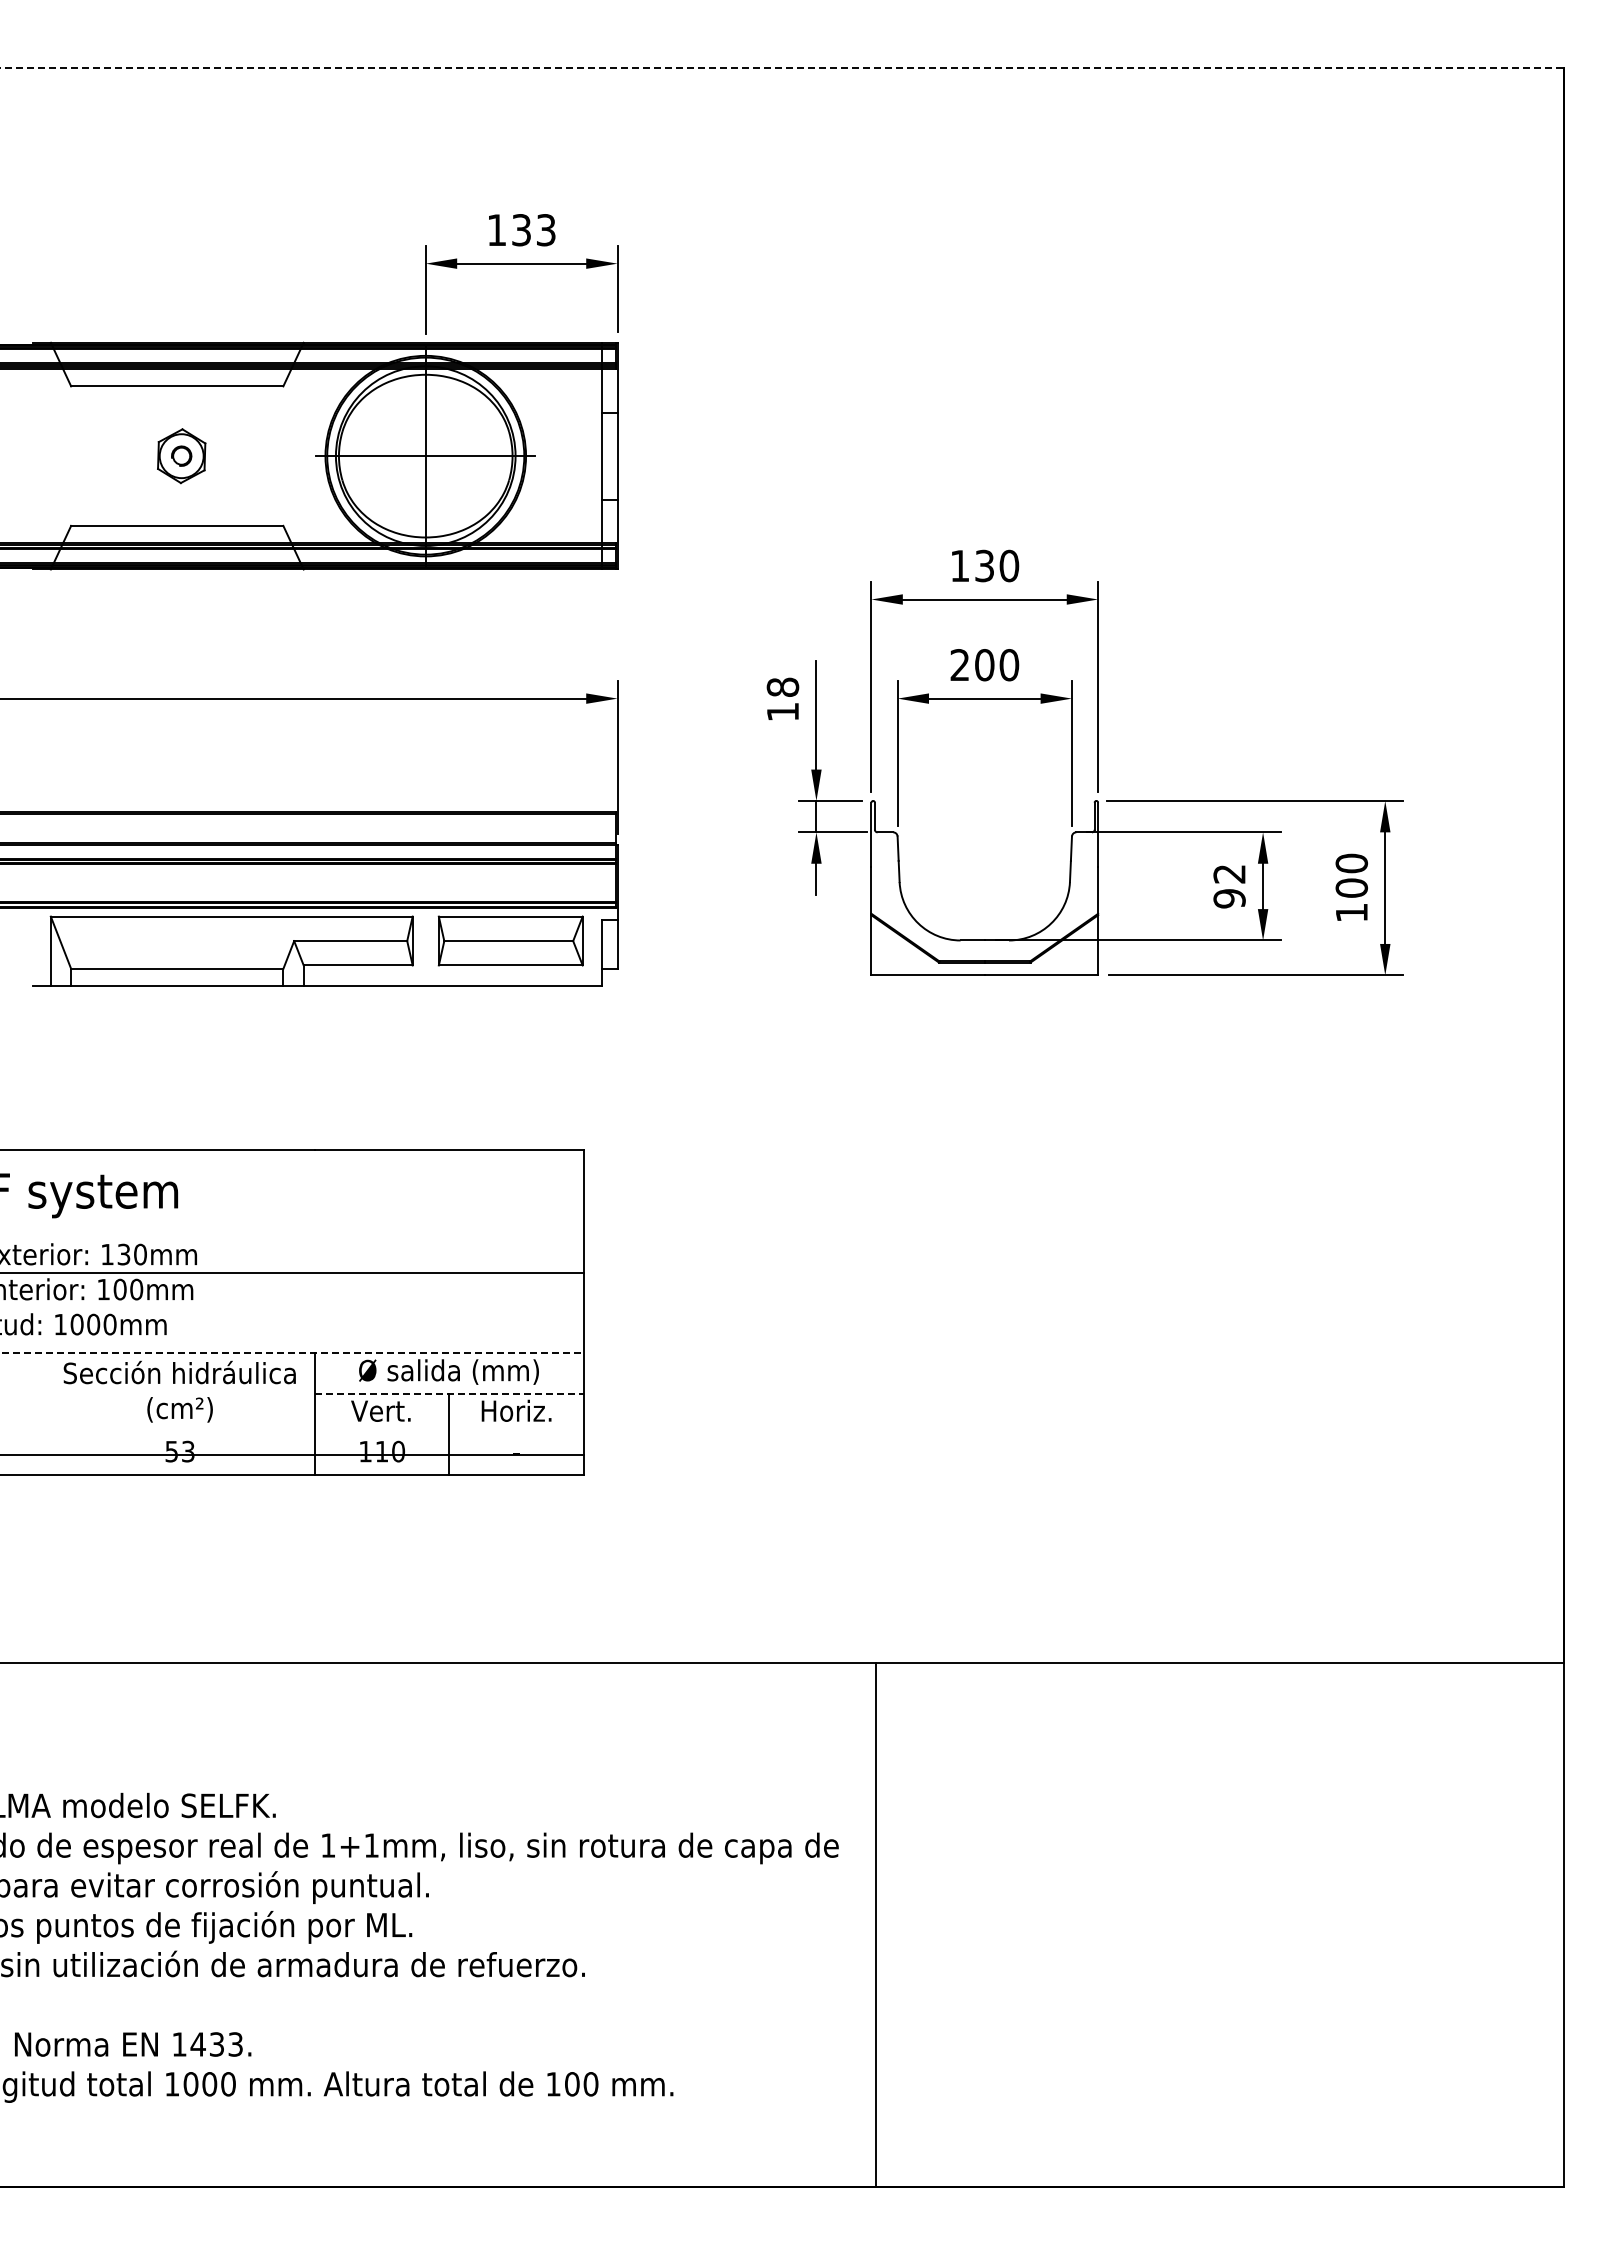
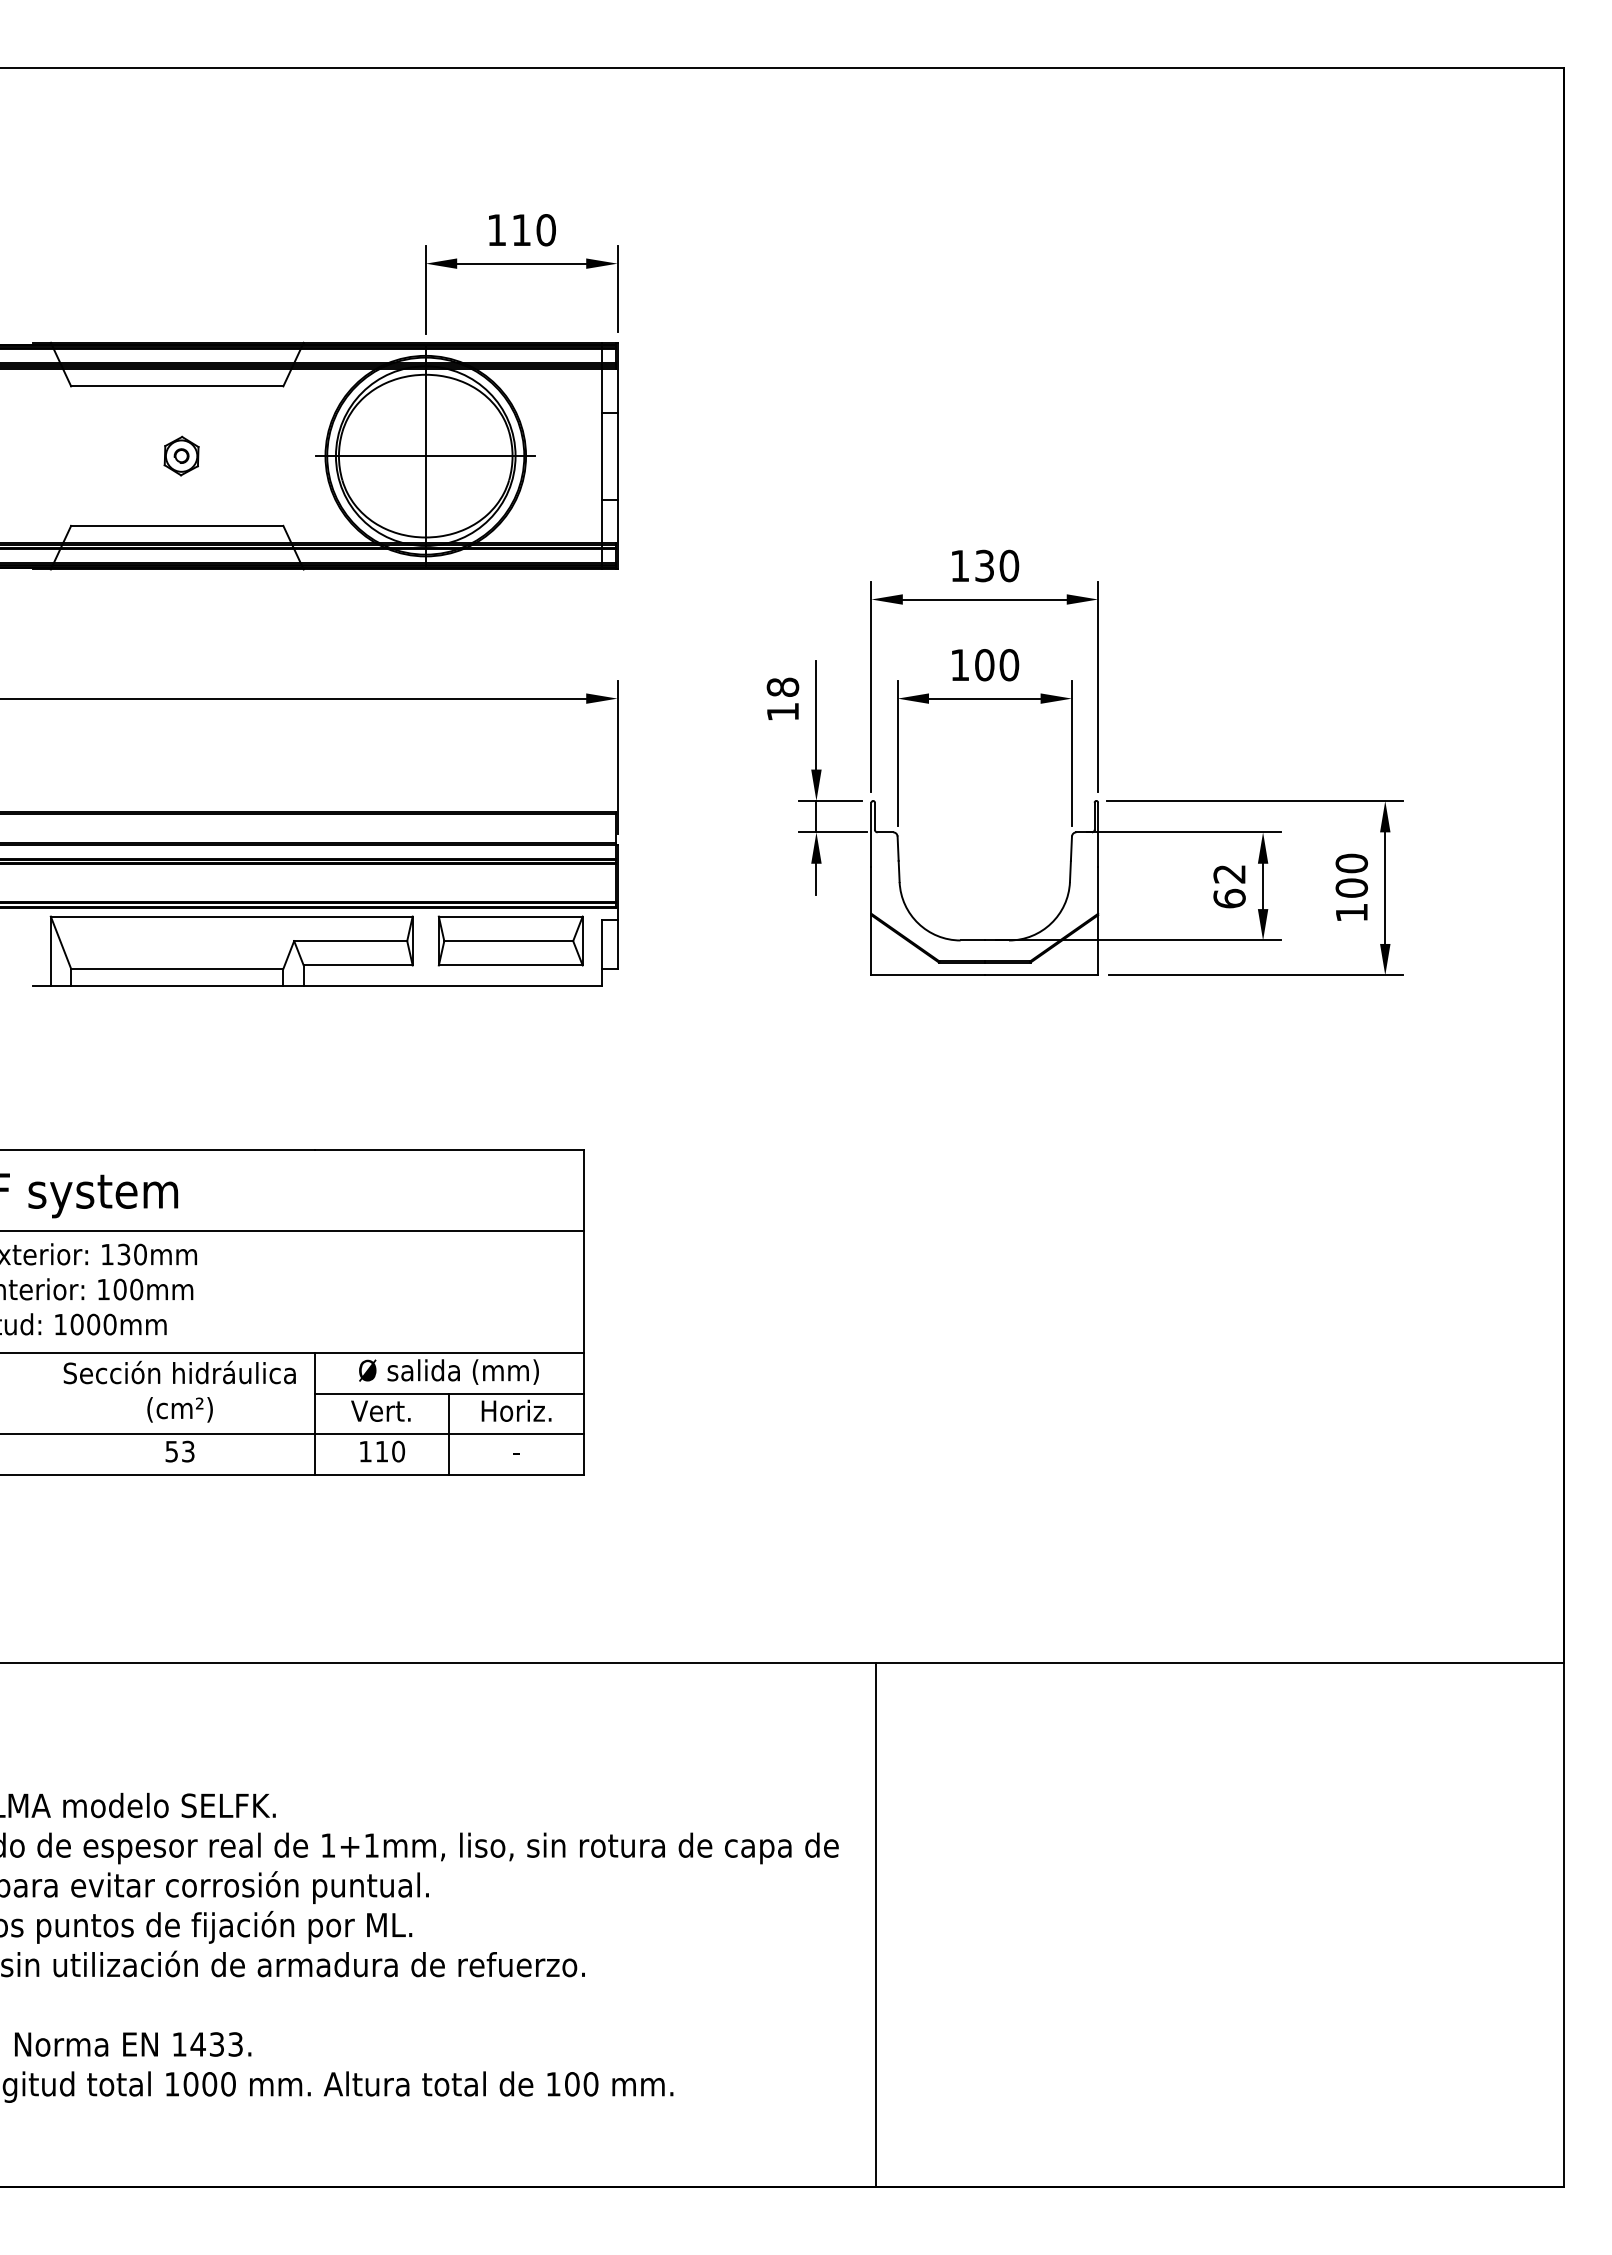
line at (781, 67): dashed -> solid
text at (533, 230): 133 -> 110
part at (181, 456) size: 50x57 px -> 37x42 px
text at (959, 664): 200 -> 100
text at (1229, 898): 92 -> 62
line at (293, 1273) position: (293, 1273) -> (293, 1231)
line at (292, 1353): dashed -> solid
line at (449, 1393): dashed -> solid
line at (293, 1455) position: (293, 1455) -> (293, 1434)
